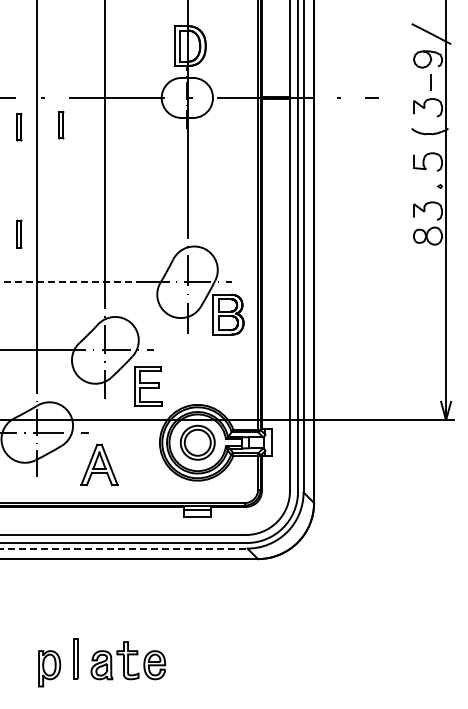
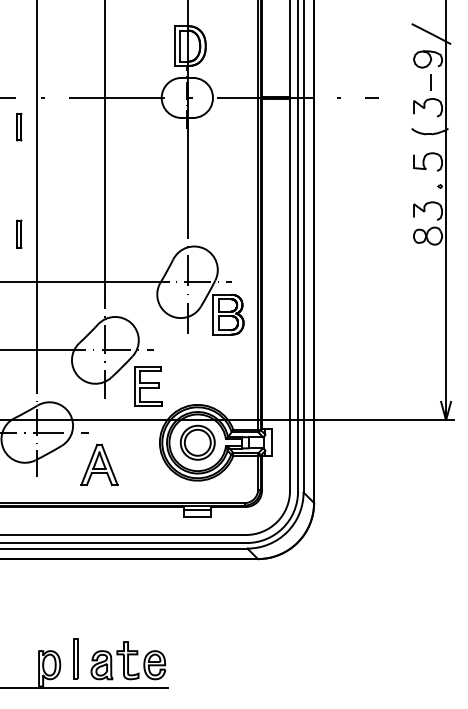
part at (61, 124): present -> none
line at (71, 282): dashed -> solid
line at (124, 548): dashed -> solid
line at (84, 687): none -> present
